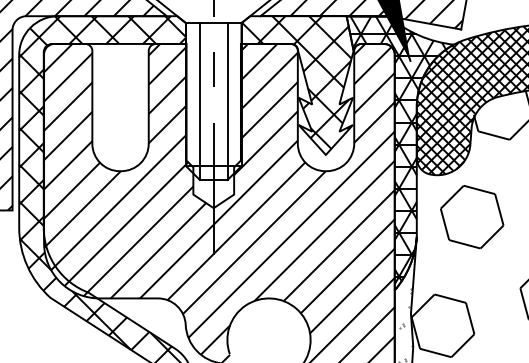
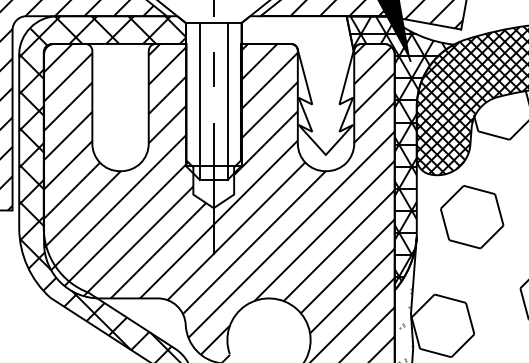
hatch at (296, 82): present -> none
